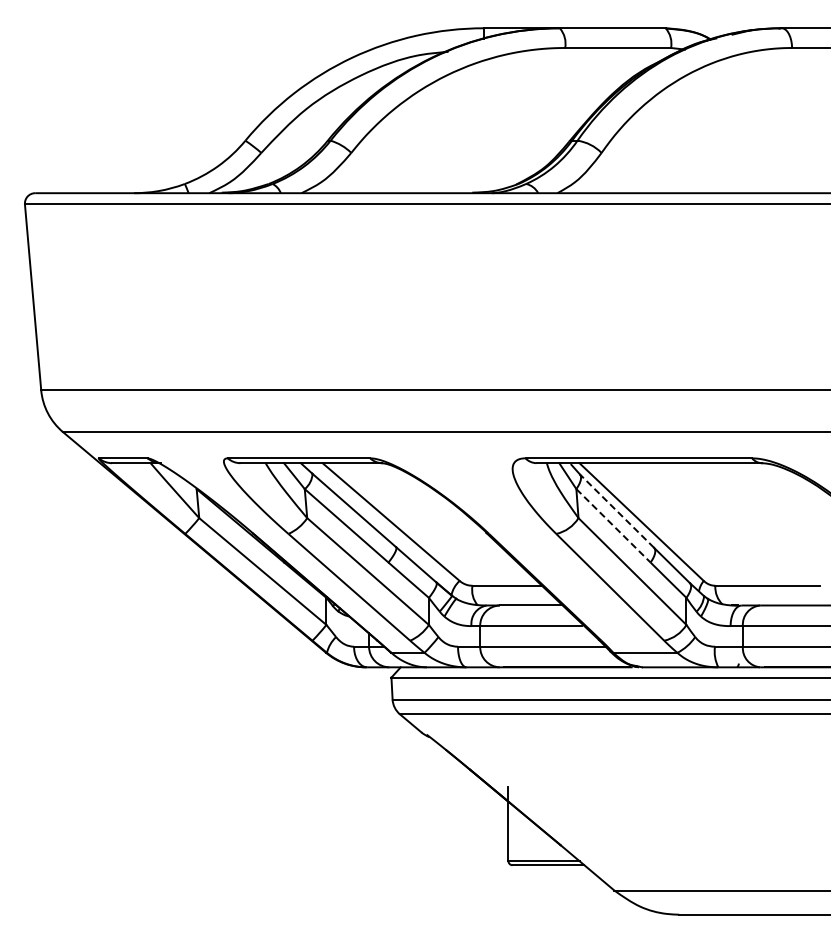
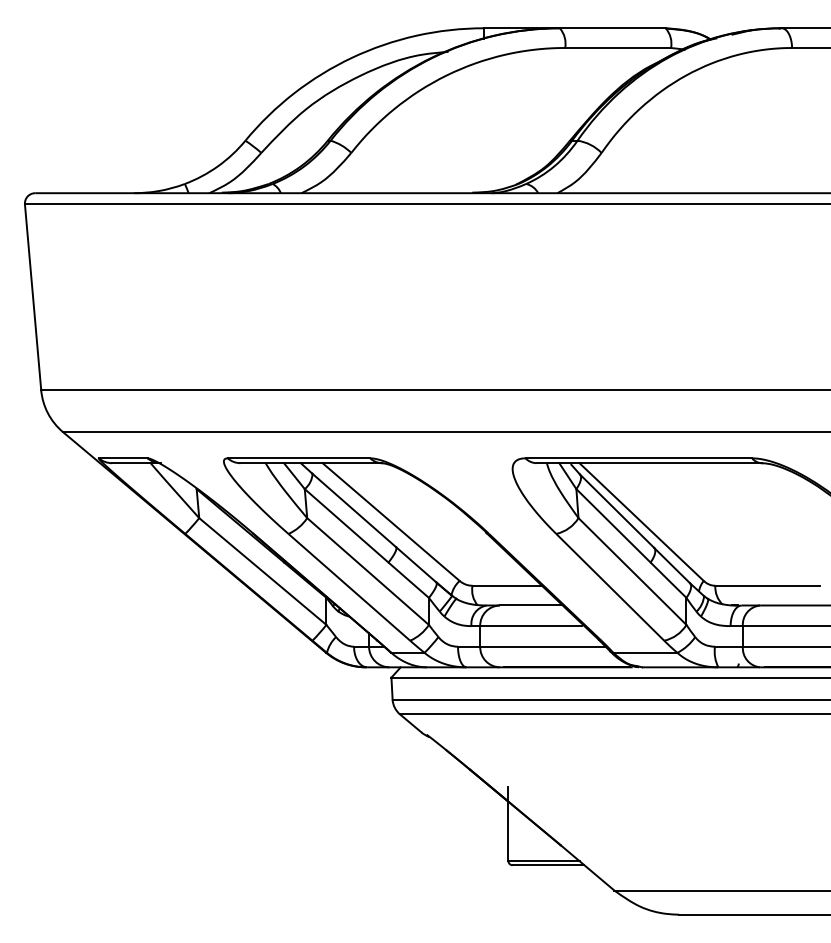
line at (616, 510): dashed -> solid
line at (613, 526): dashed -> solid
